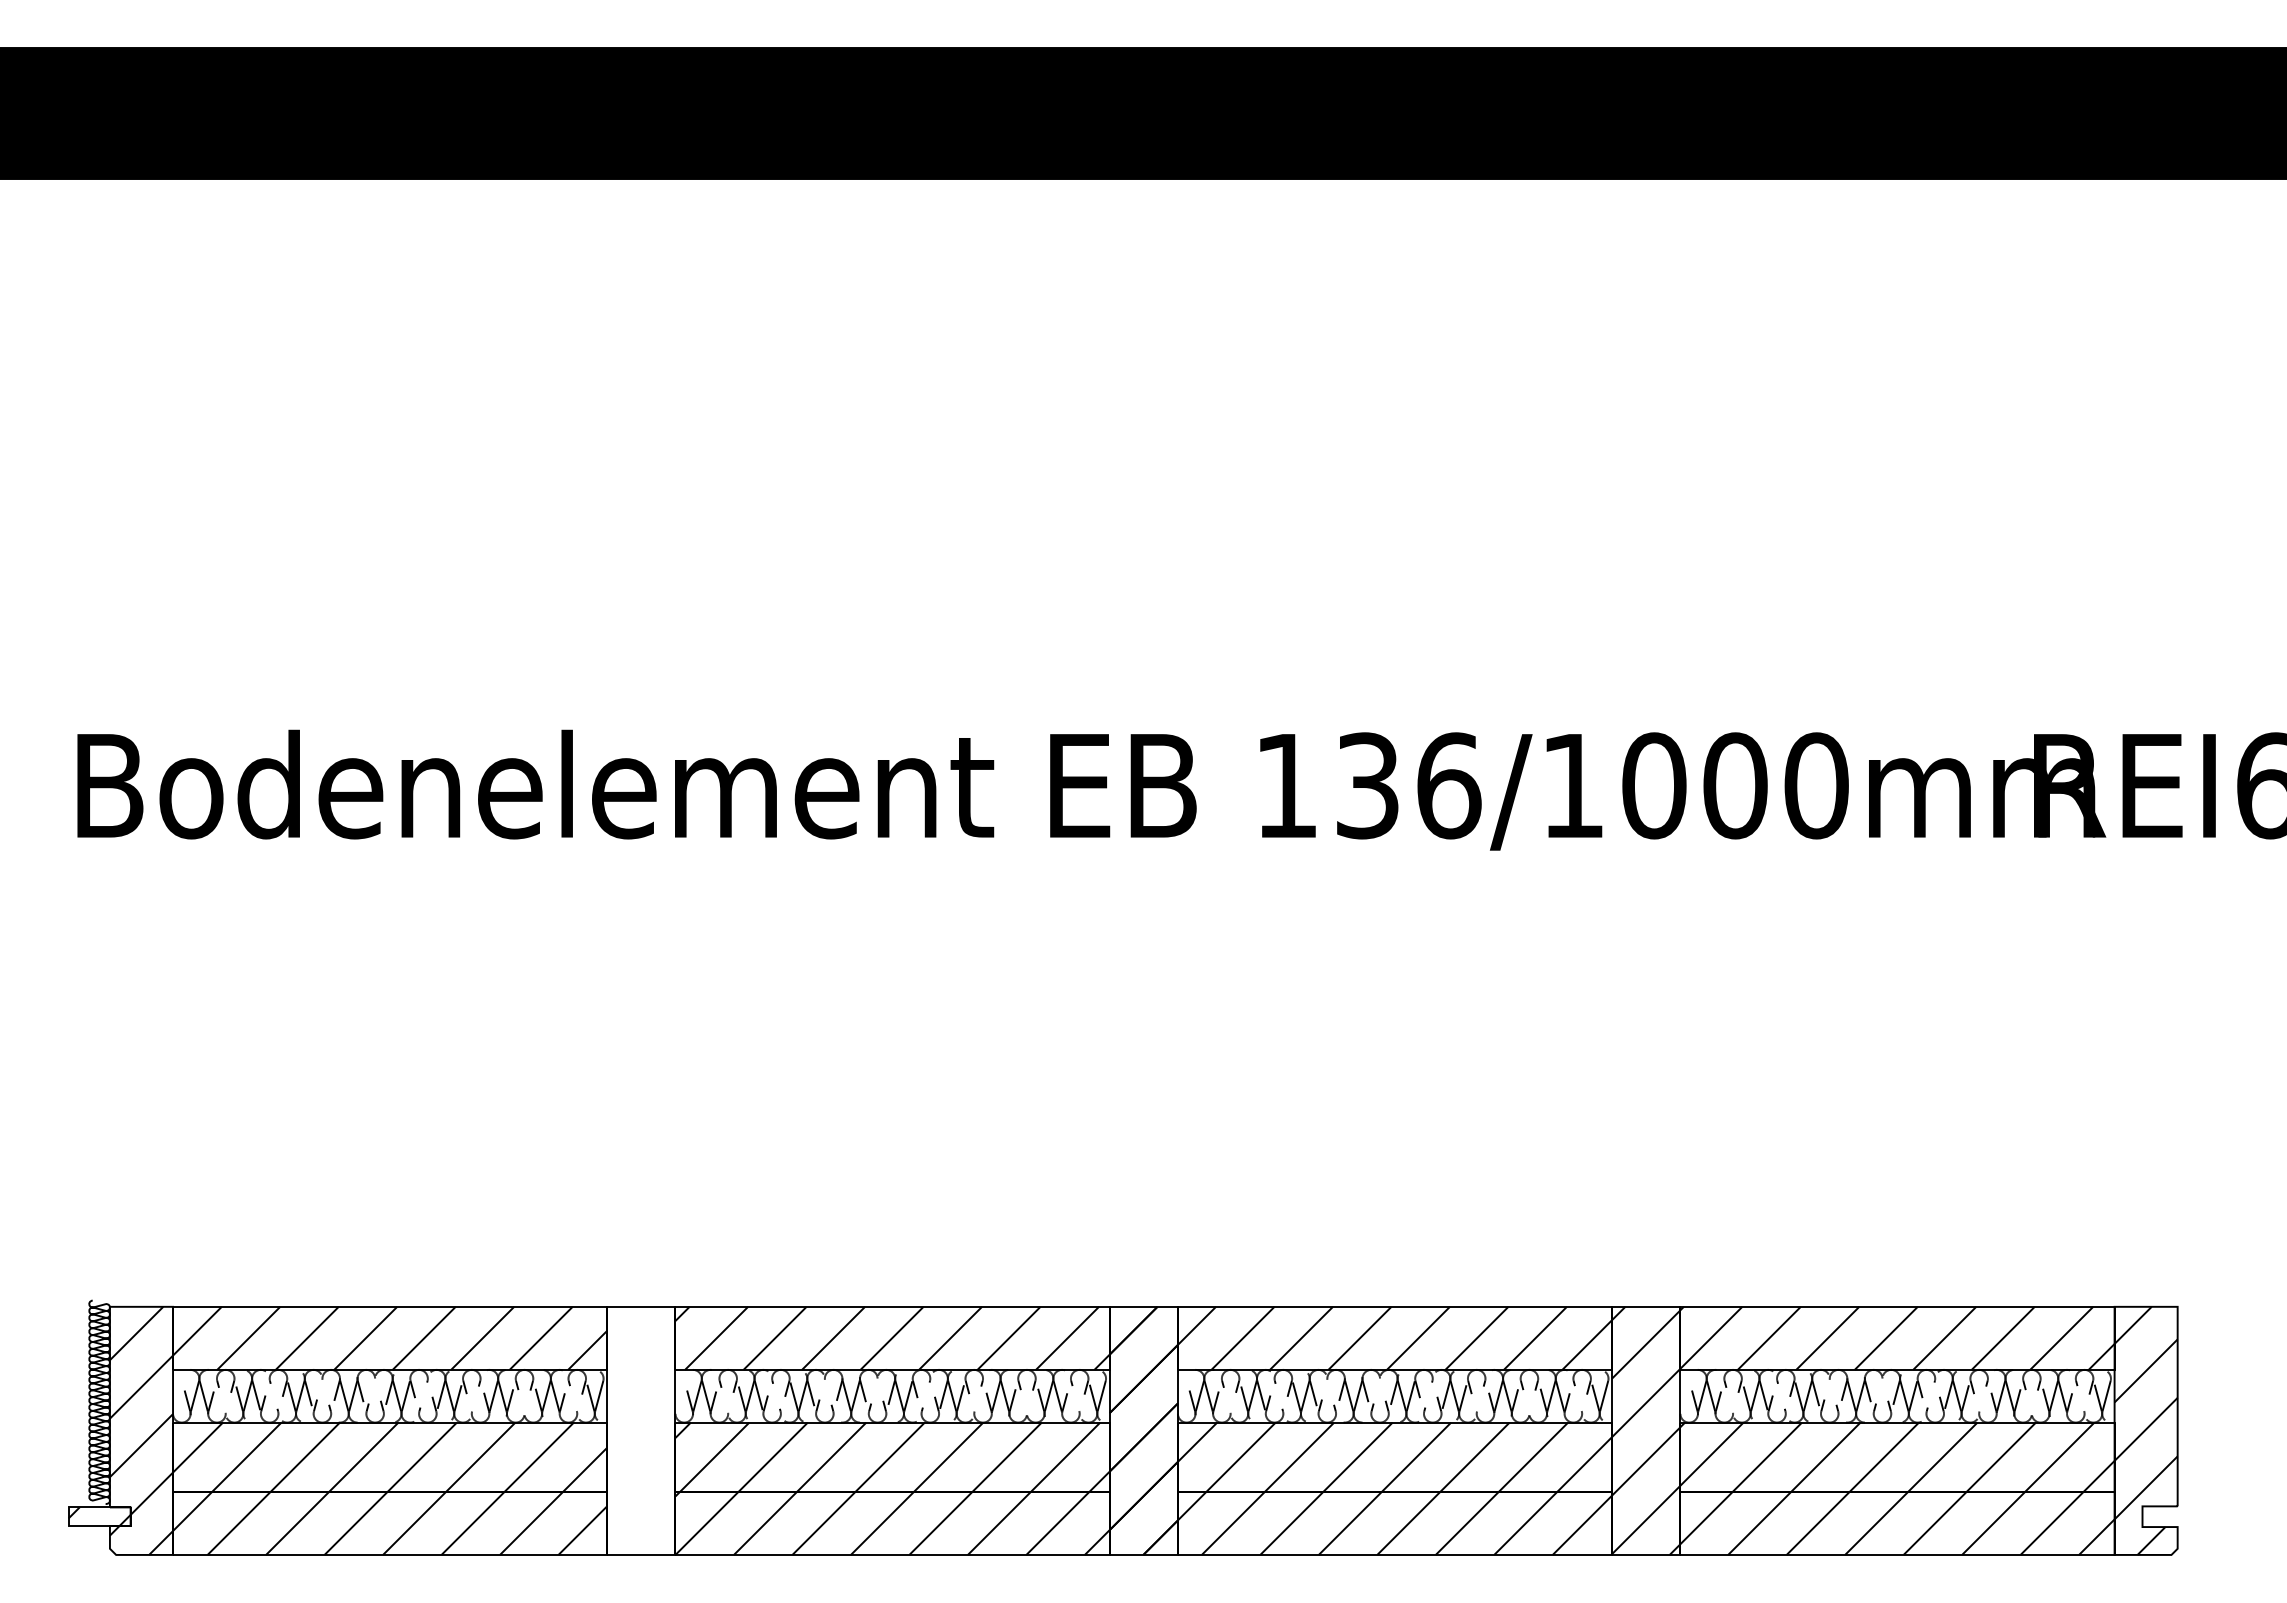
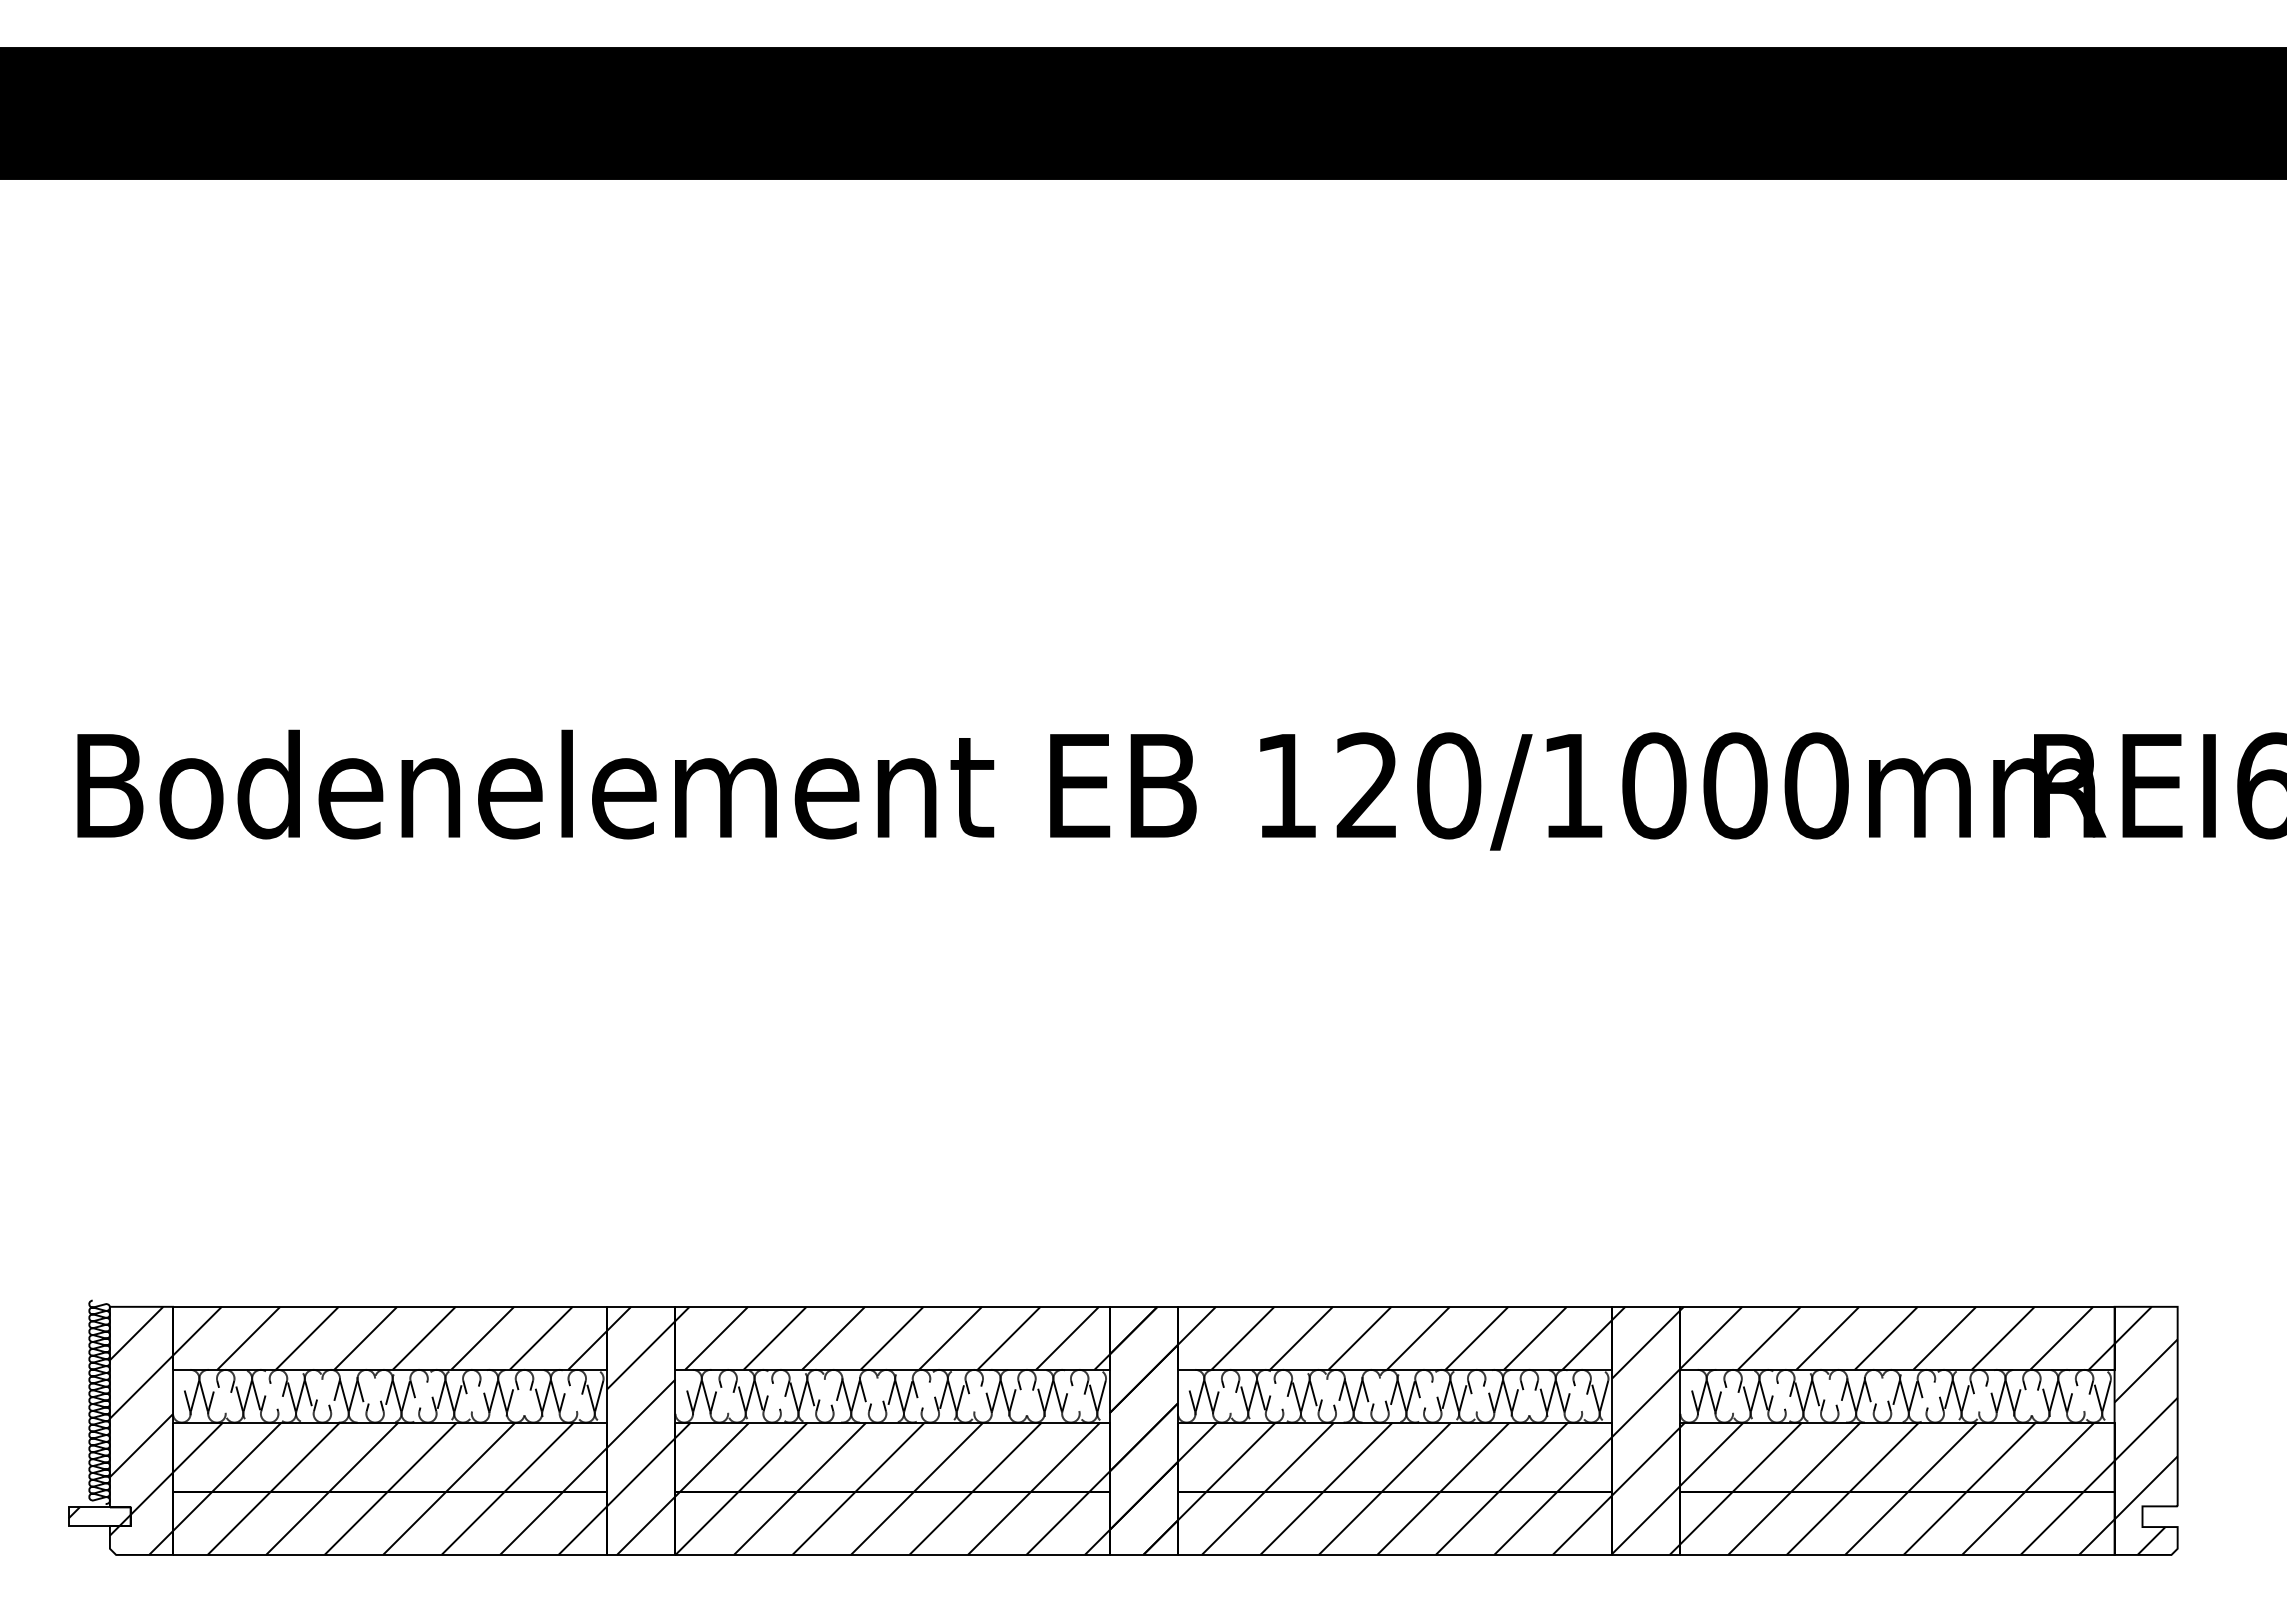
text at (1408, 785): 136/1000mm -> 120/1000mm
hatch at (641, 1430): none -> present
